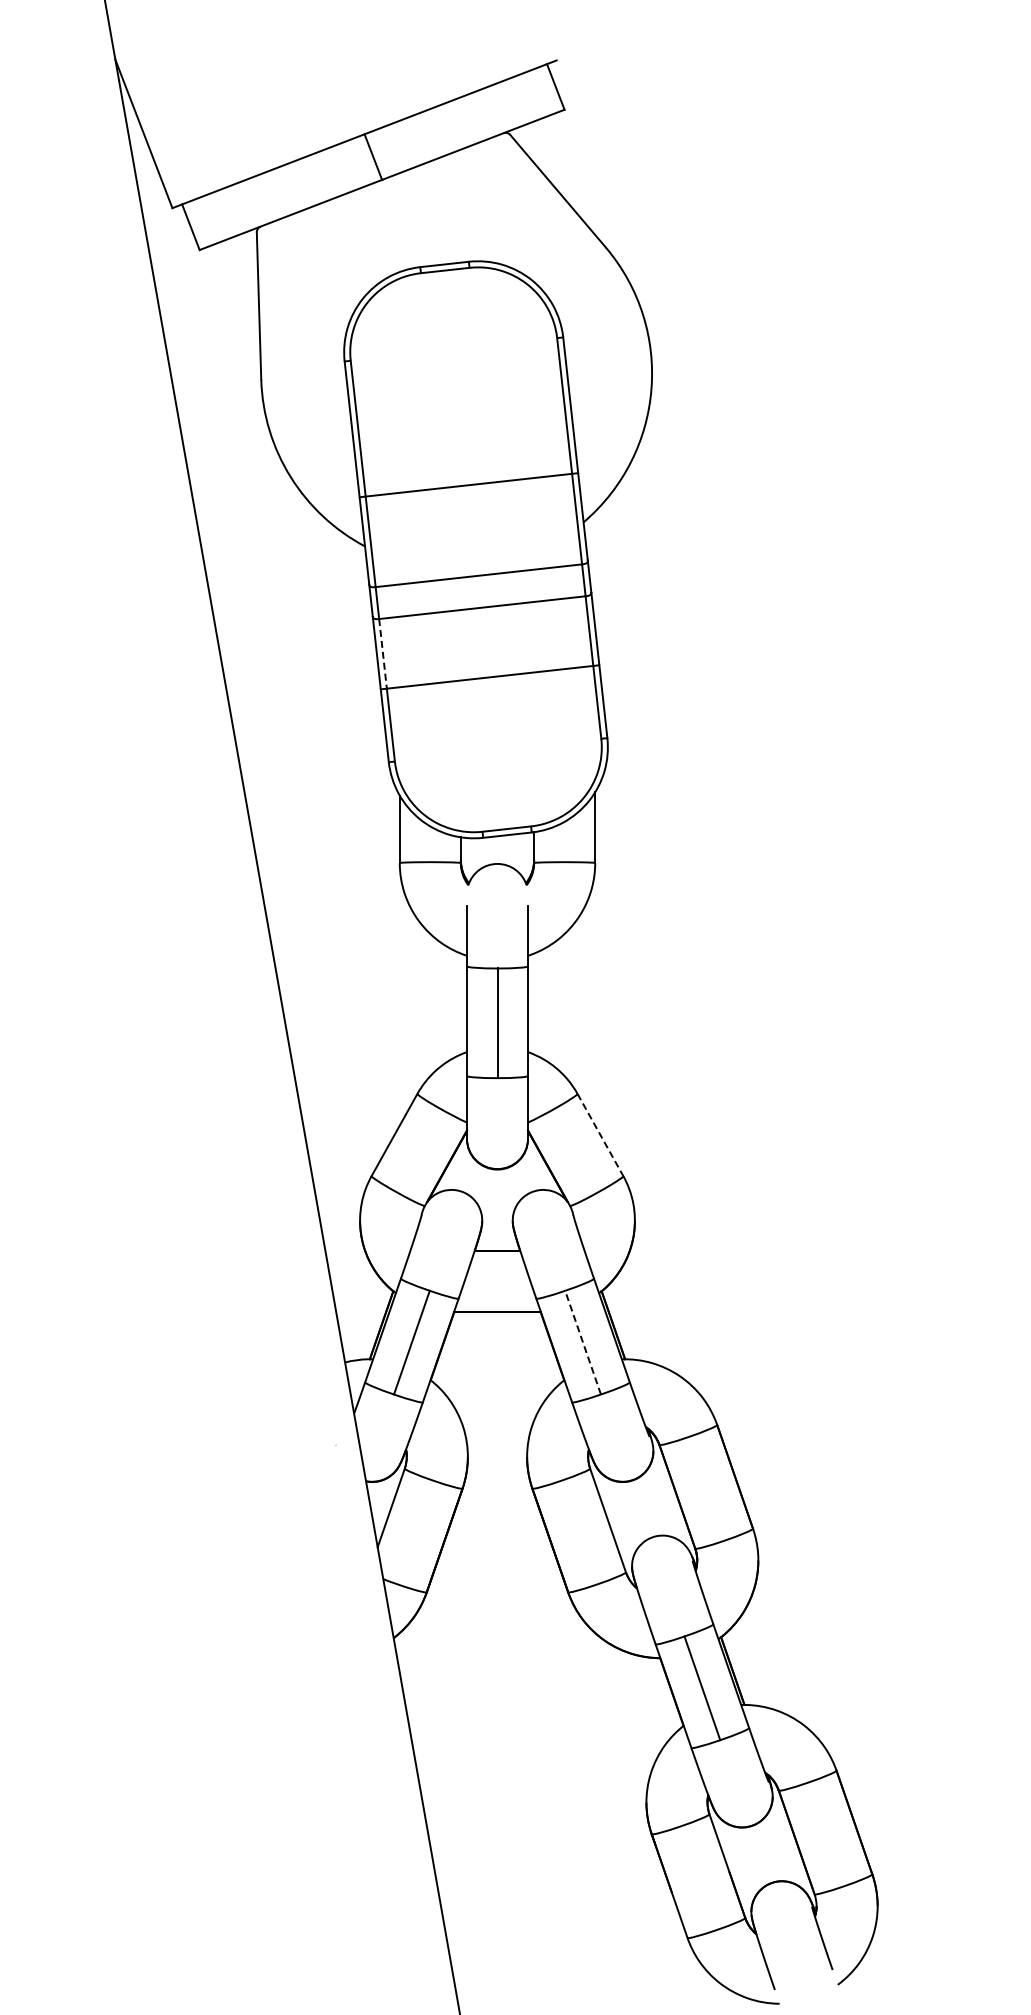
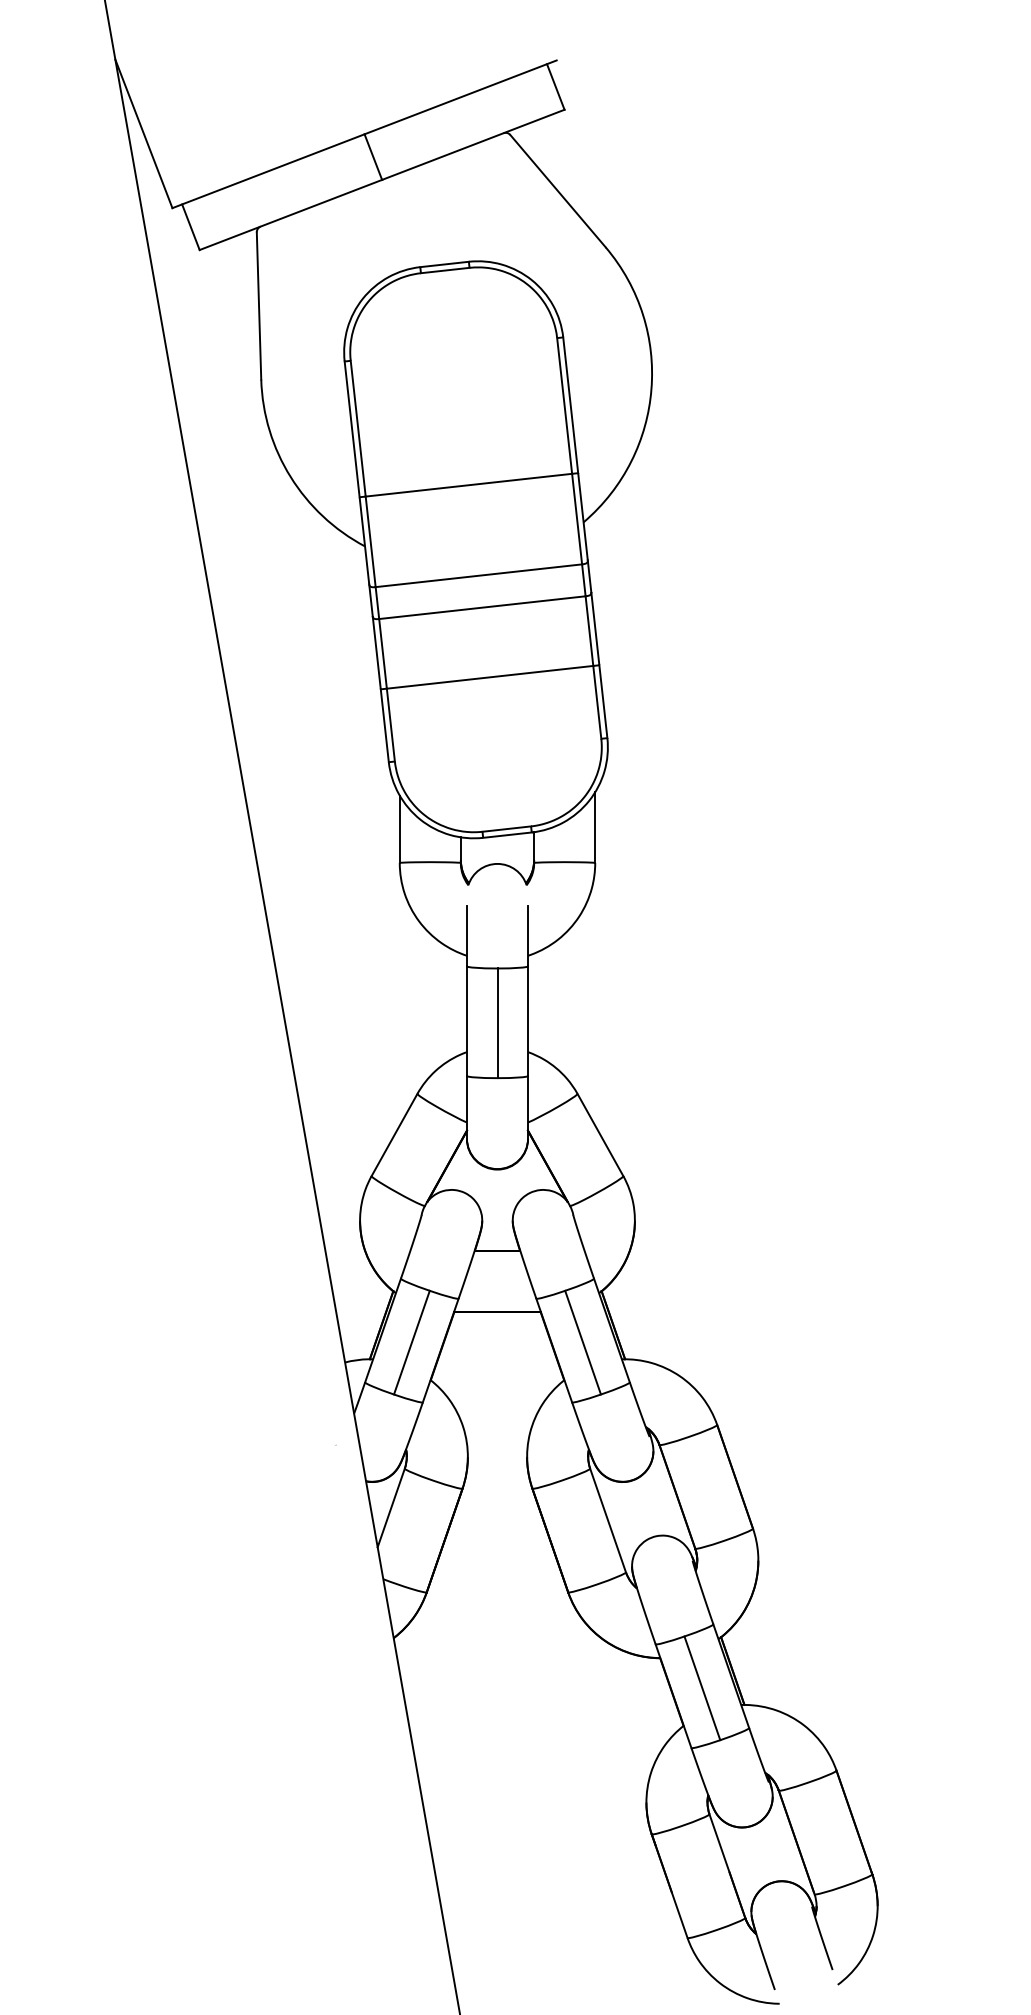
line at (383, 654): dashed -> solid
line at (600, 1135): dashed -> solid
line at (583, 1342): dashed -> solid
